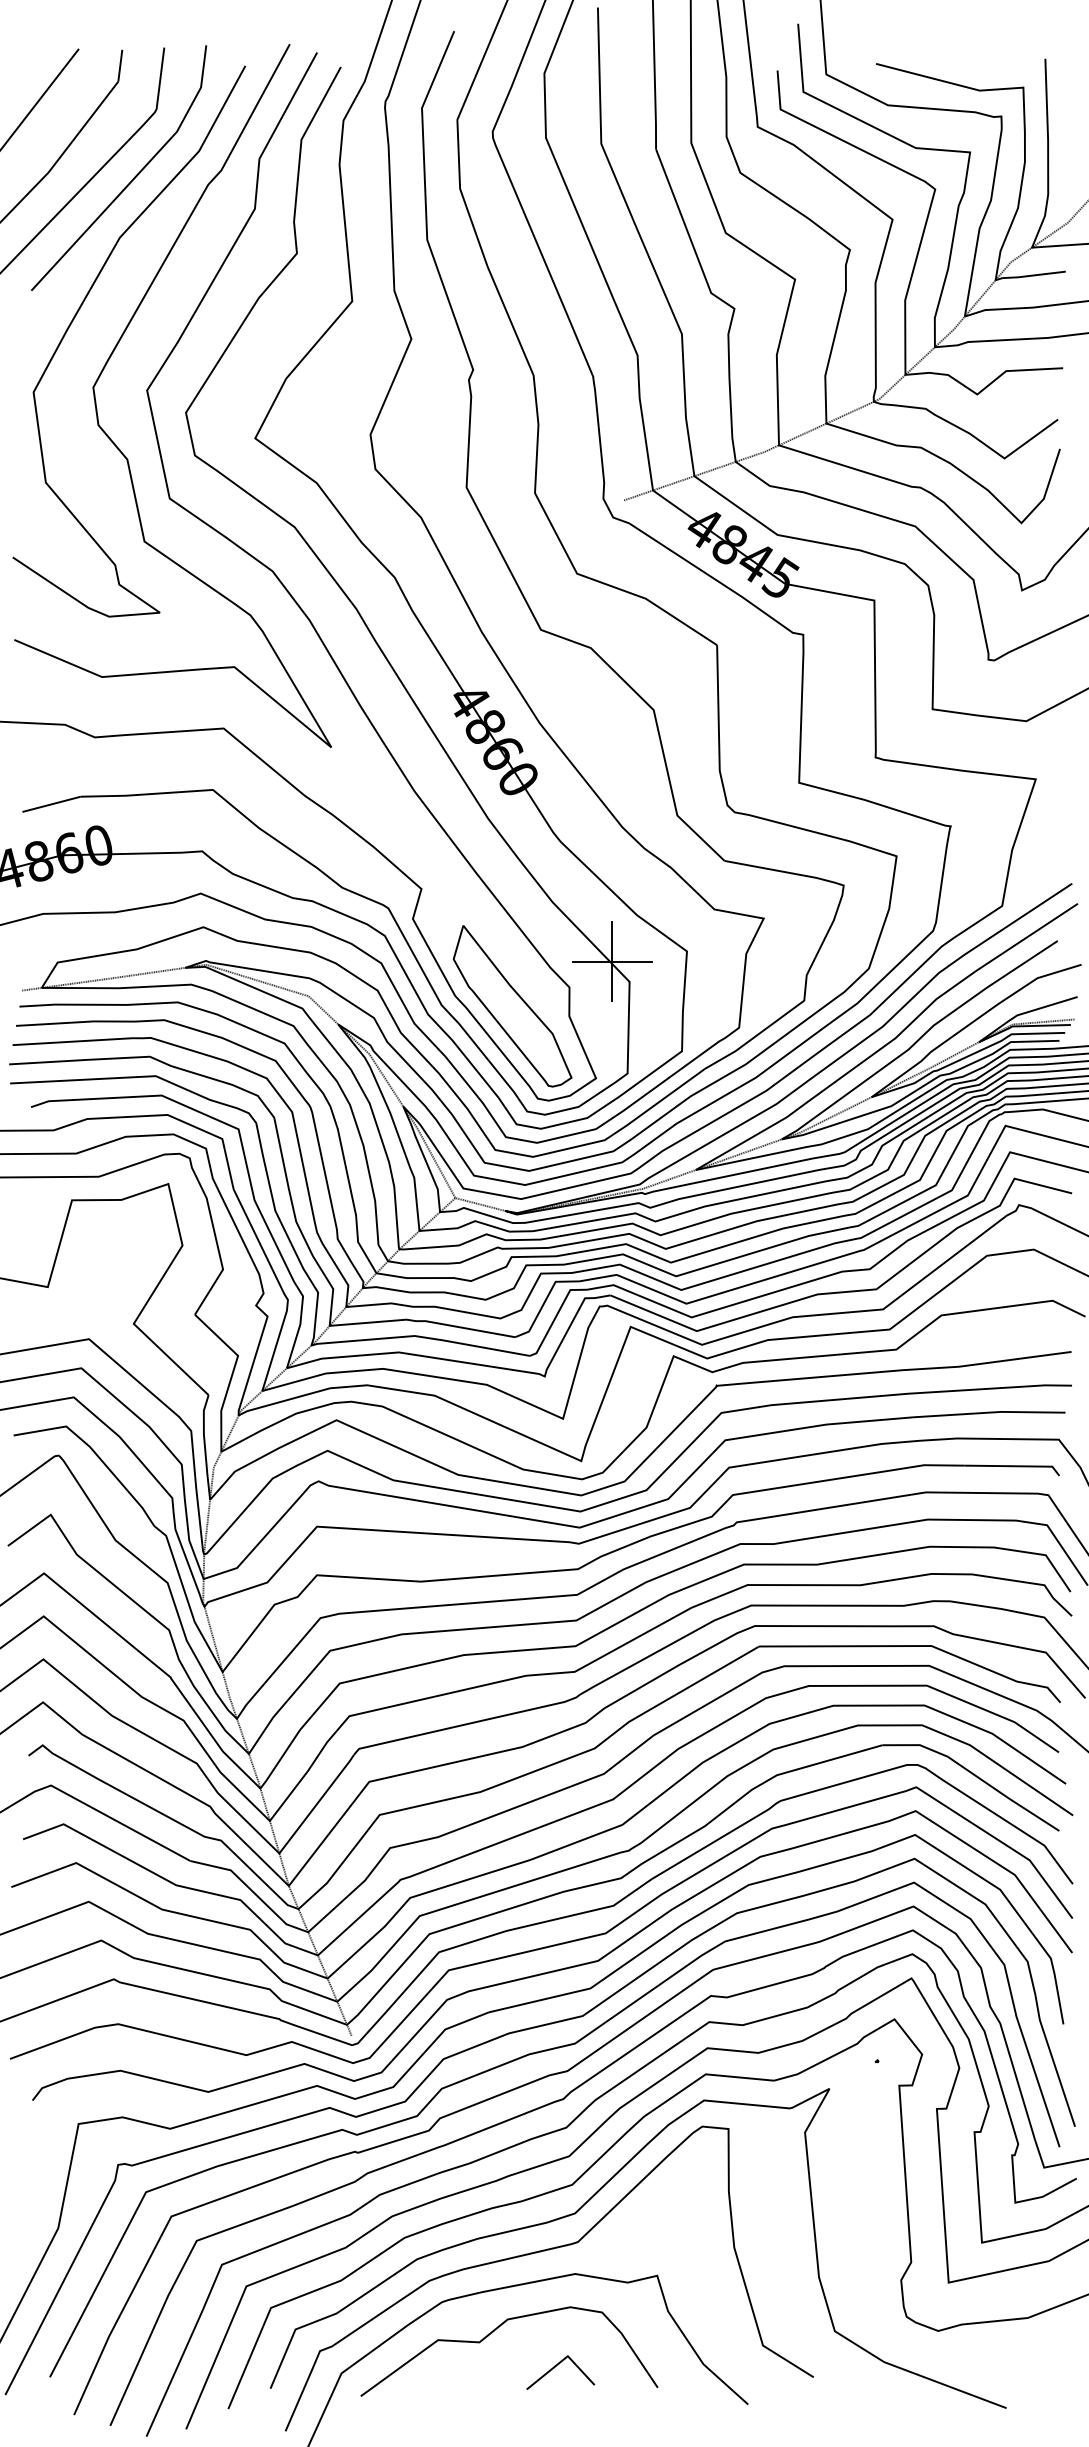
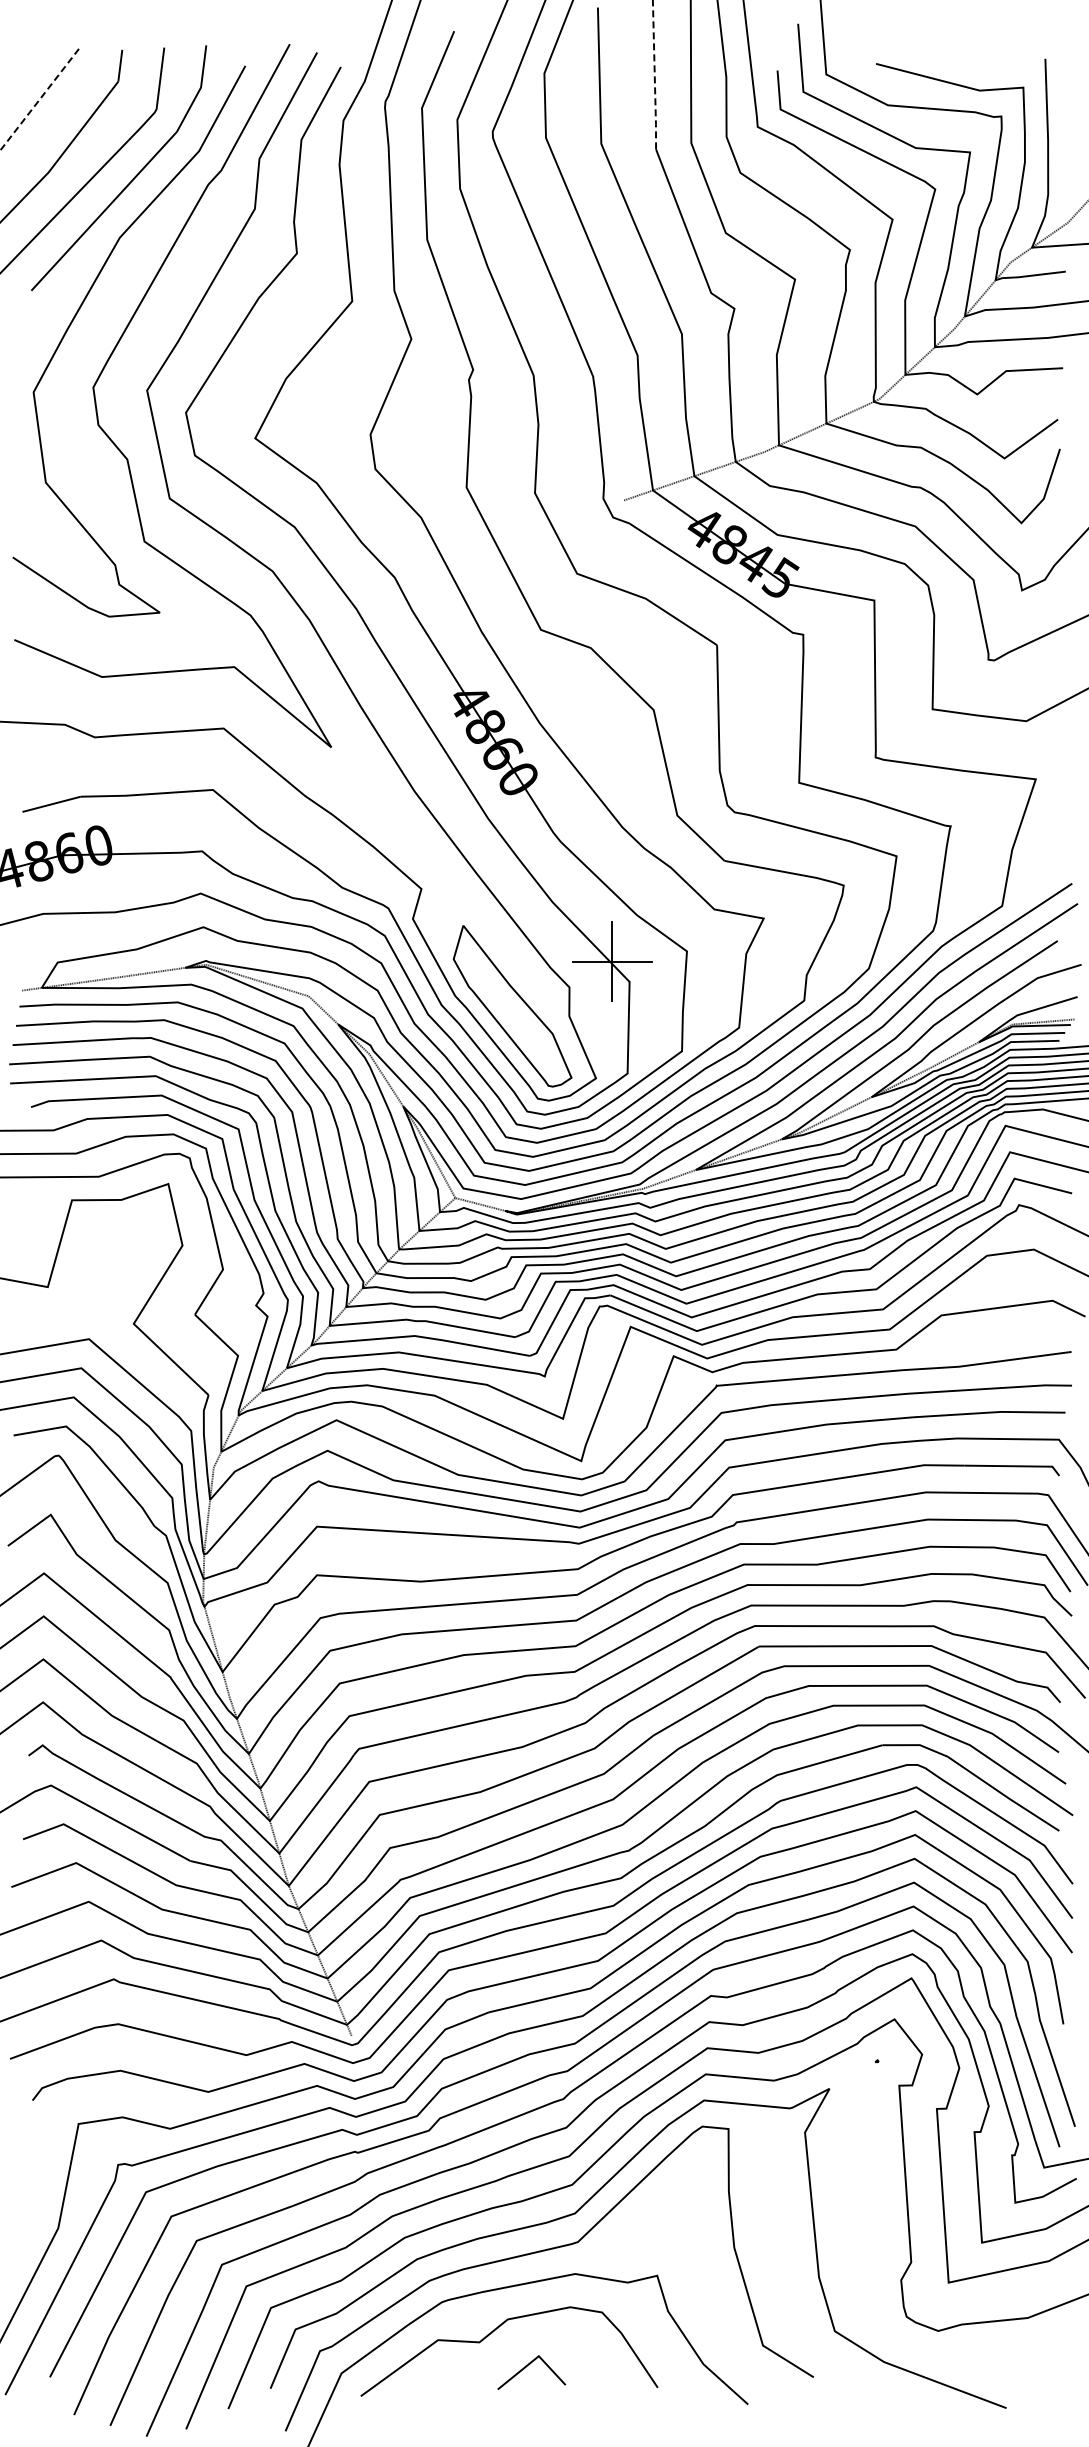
line at (654, 75): solid -> dashed
line at (39, 100): solid -> dashed
line at (555, 2367) position: (555, 2367) -> (526, 2367)
